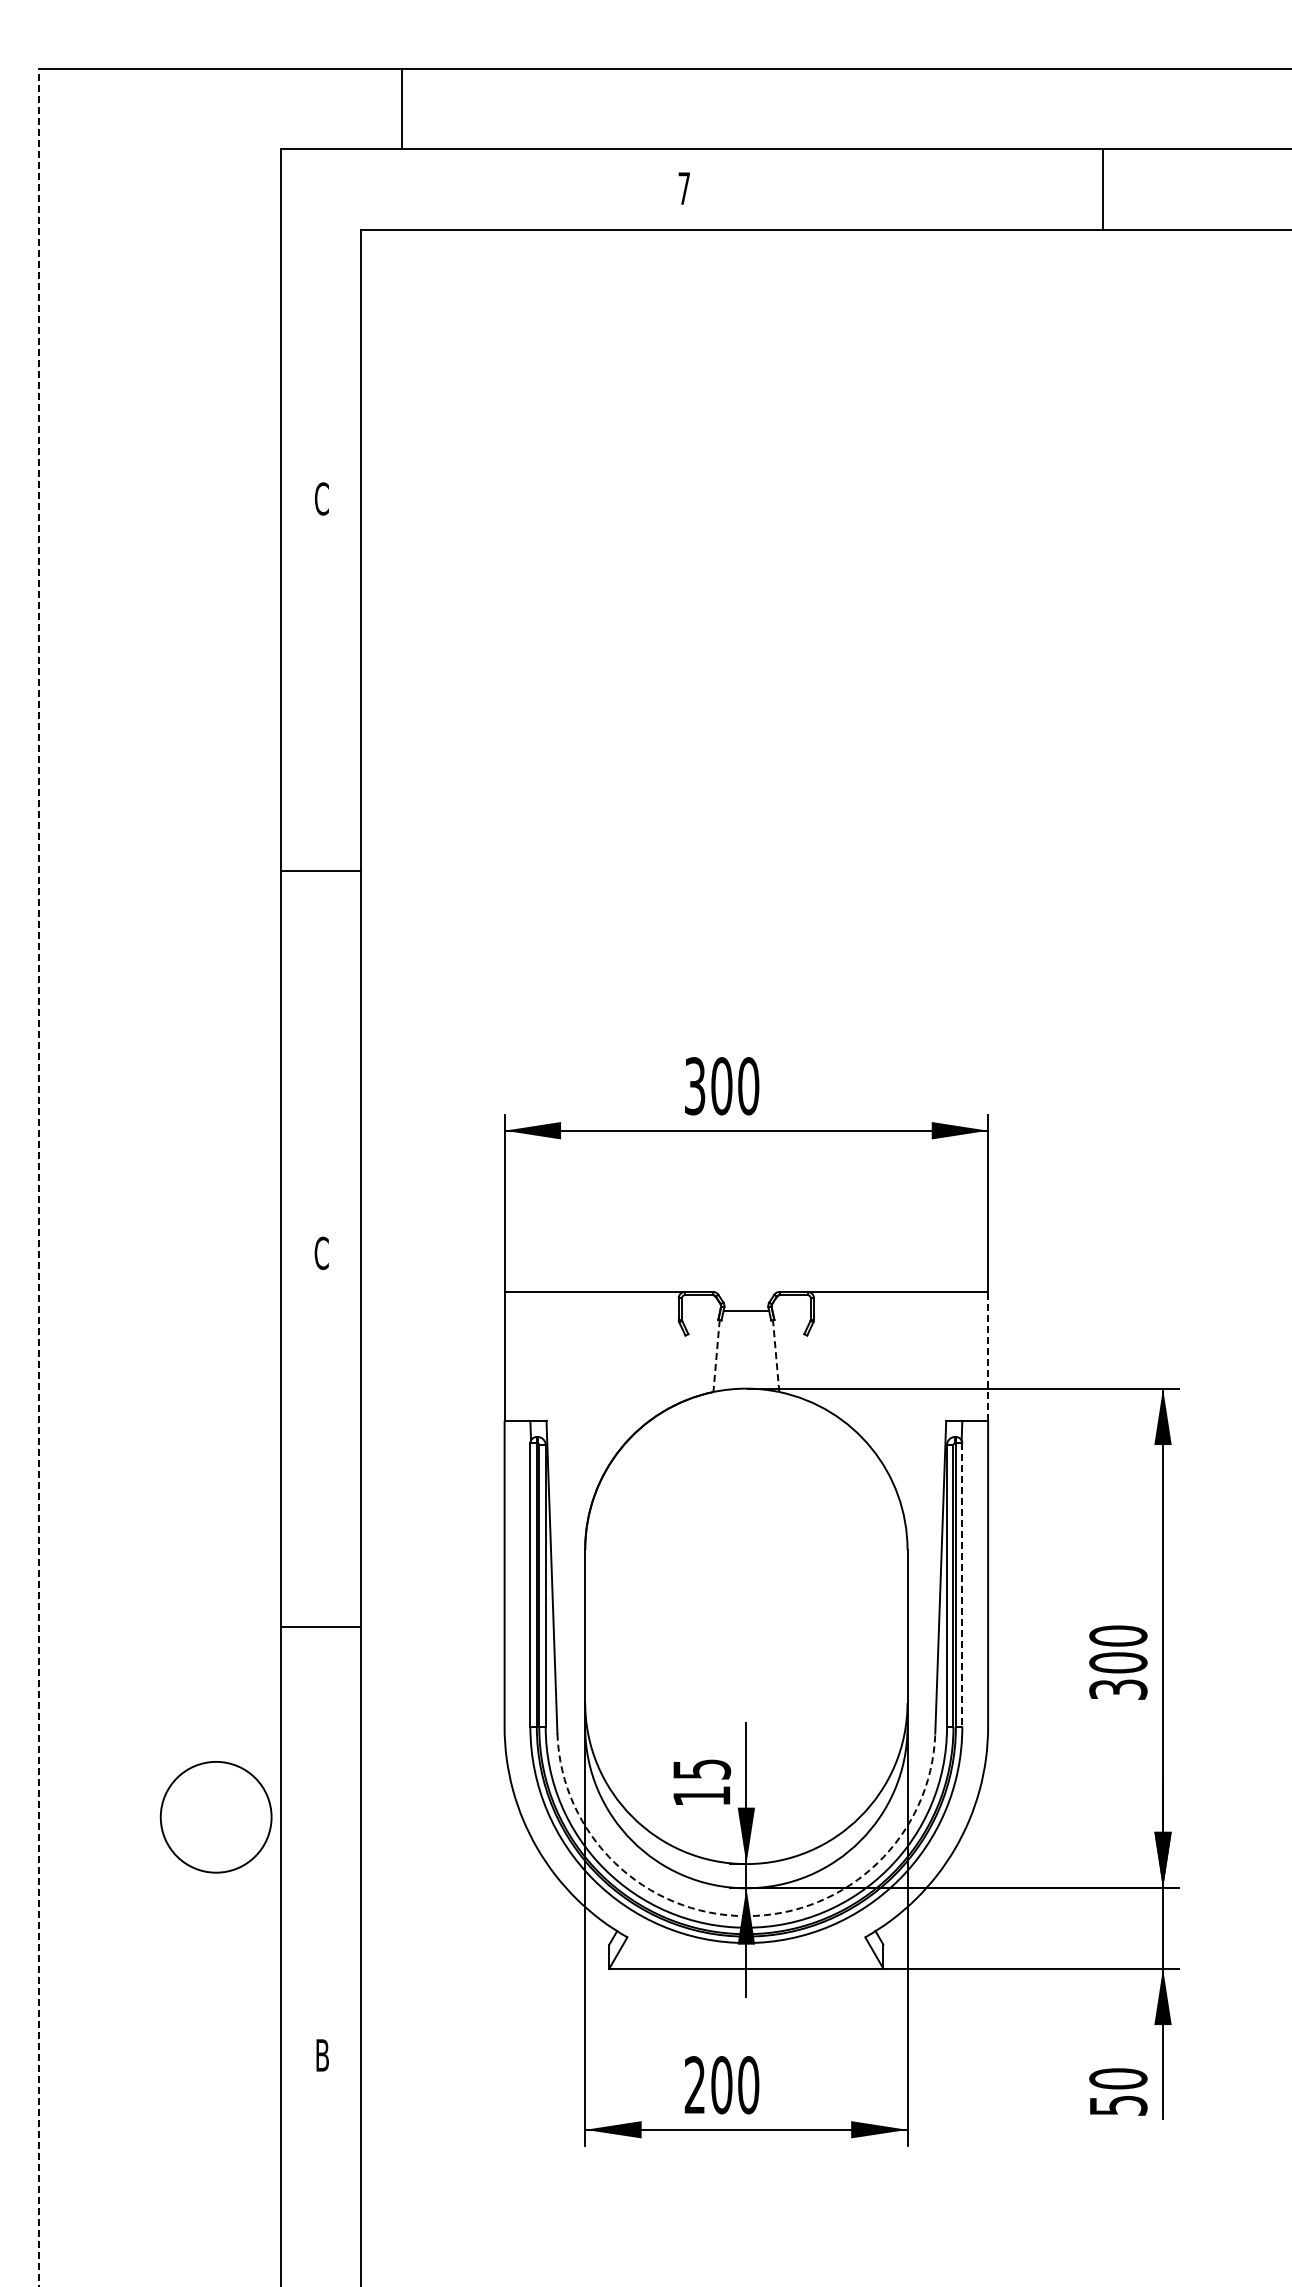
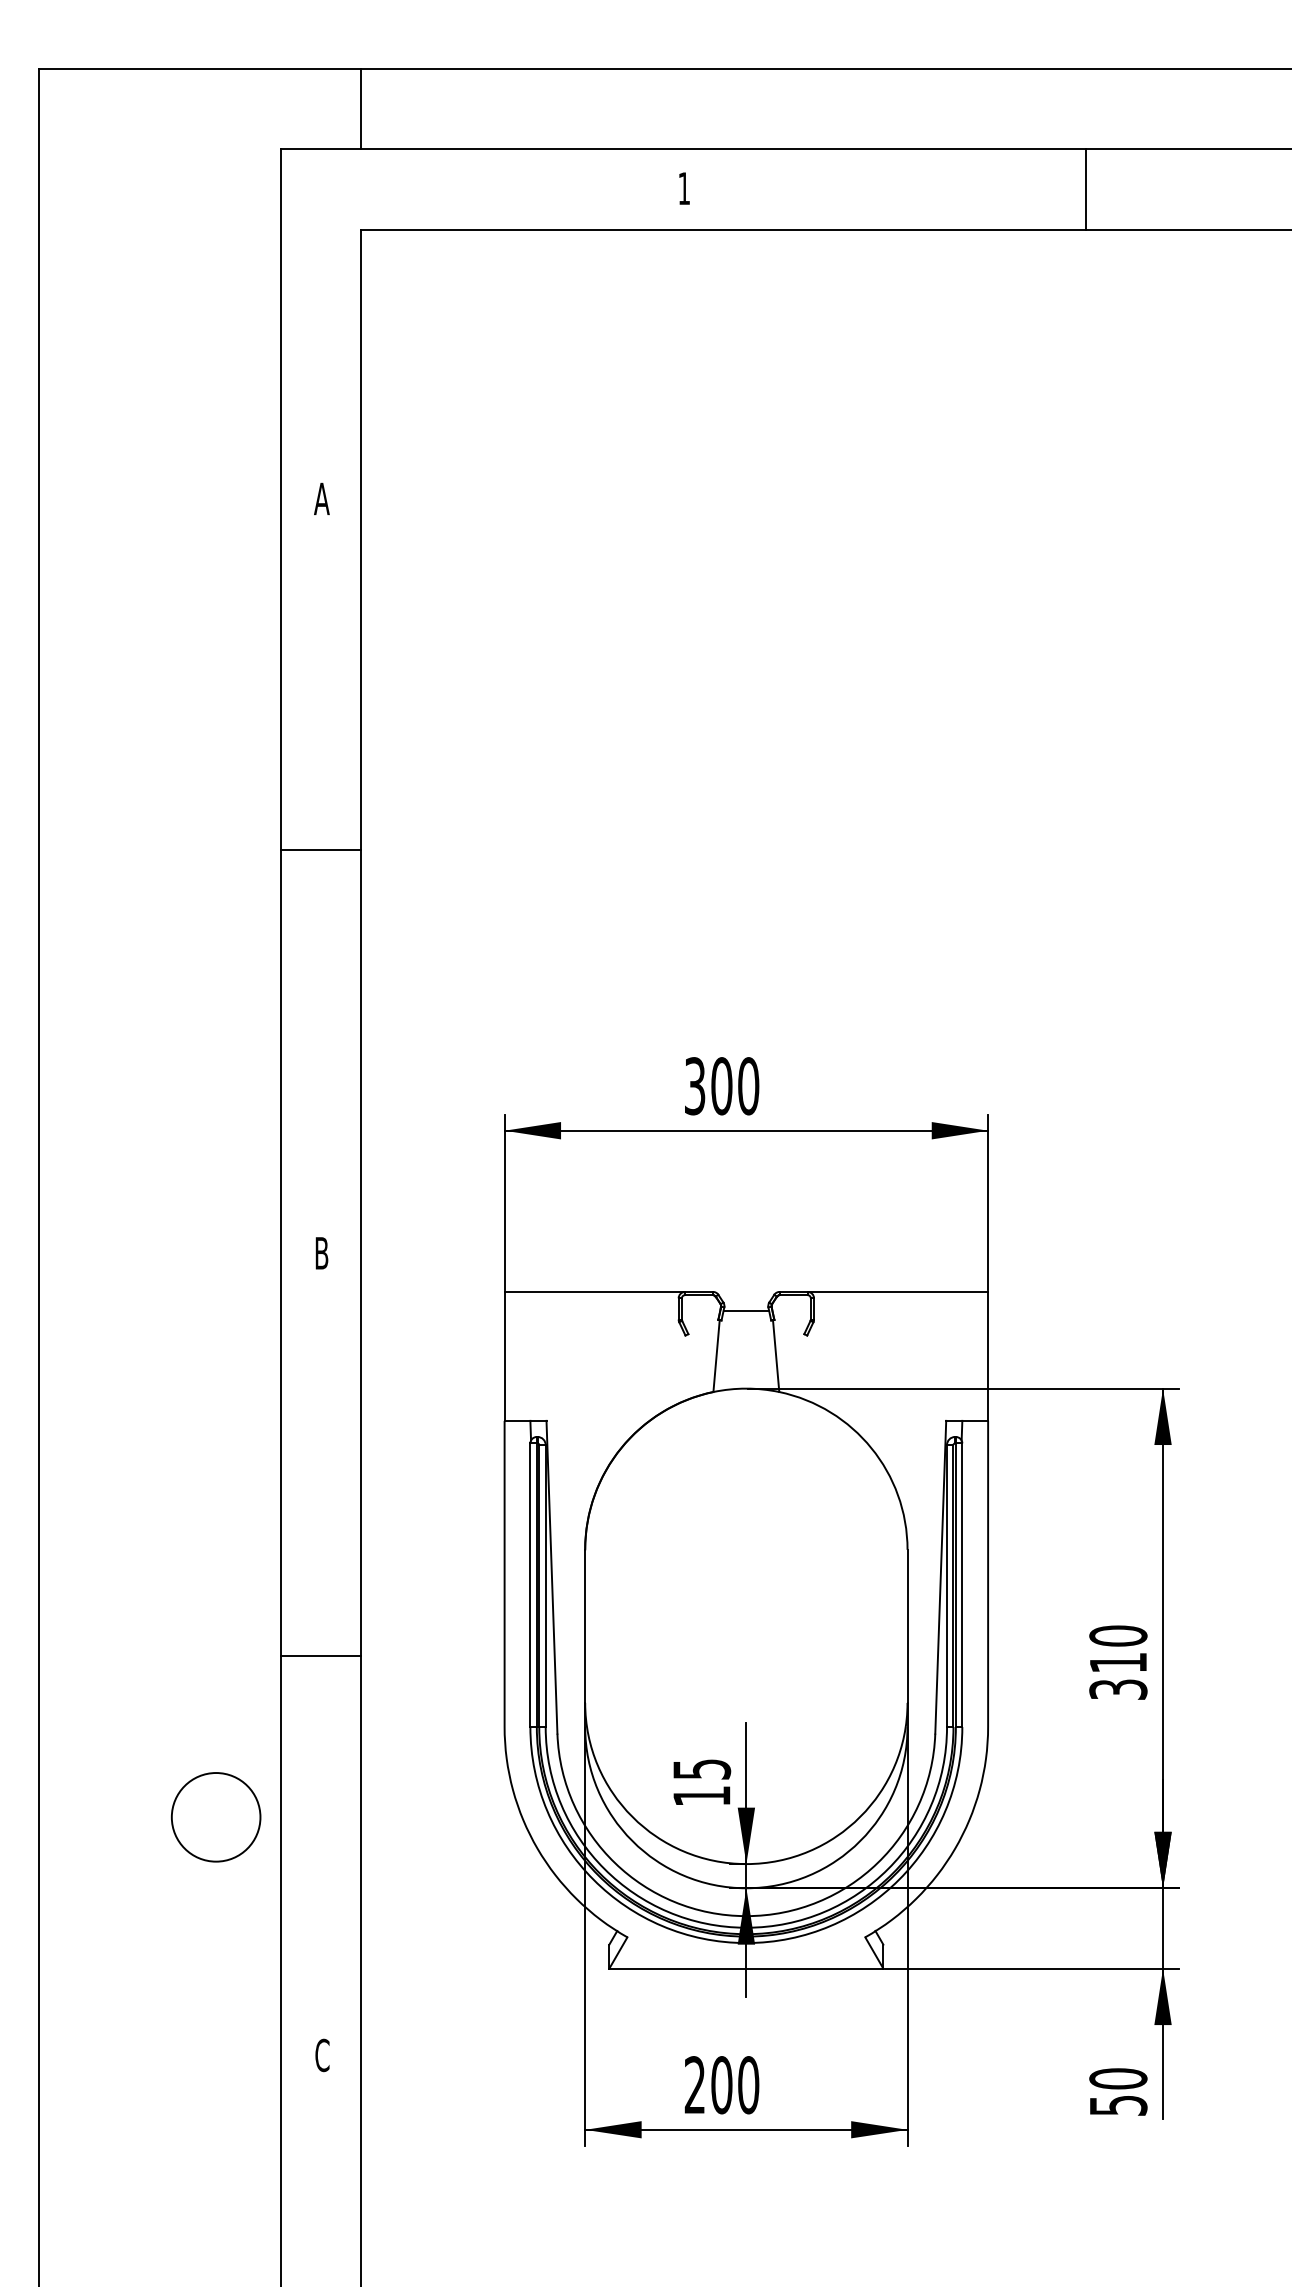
line at (402, 108) position: (402, 108) -> (361, 108)
text at (683, 188): 7 -> 1
line at (1103, 189) position: (1103, 189) -> (1086, 189)
text at (321, 498): C -> A
line at (320, 871) position: (320, 871) -> (320, 850)
line at (38, 1177): dashed -> solid
text at (321, 1252): C -> B
line at (776, 1355): dashed -> solid
line at (988, 1355): dashed -> solid
line at (716, 1356): dashed -> solid
line at (962, 1585): dashed -> solid
line at (320, 1627) position: (320, 1627) -> (320, 1656)
text at (1118, 1662): 300 -> 310
circle at (215, 1817) size: 114x113 px -> 92x91 px
arc at (746, 1916): dashed -> solid
text at (322, 2055): B -> C
